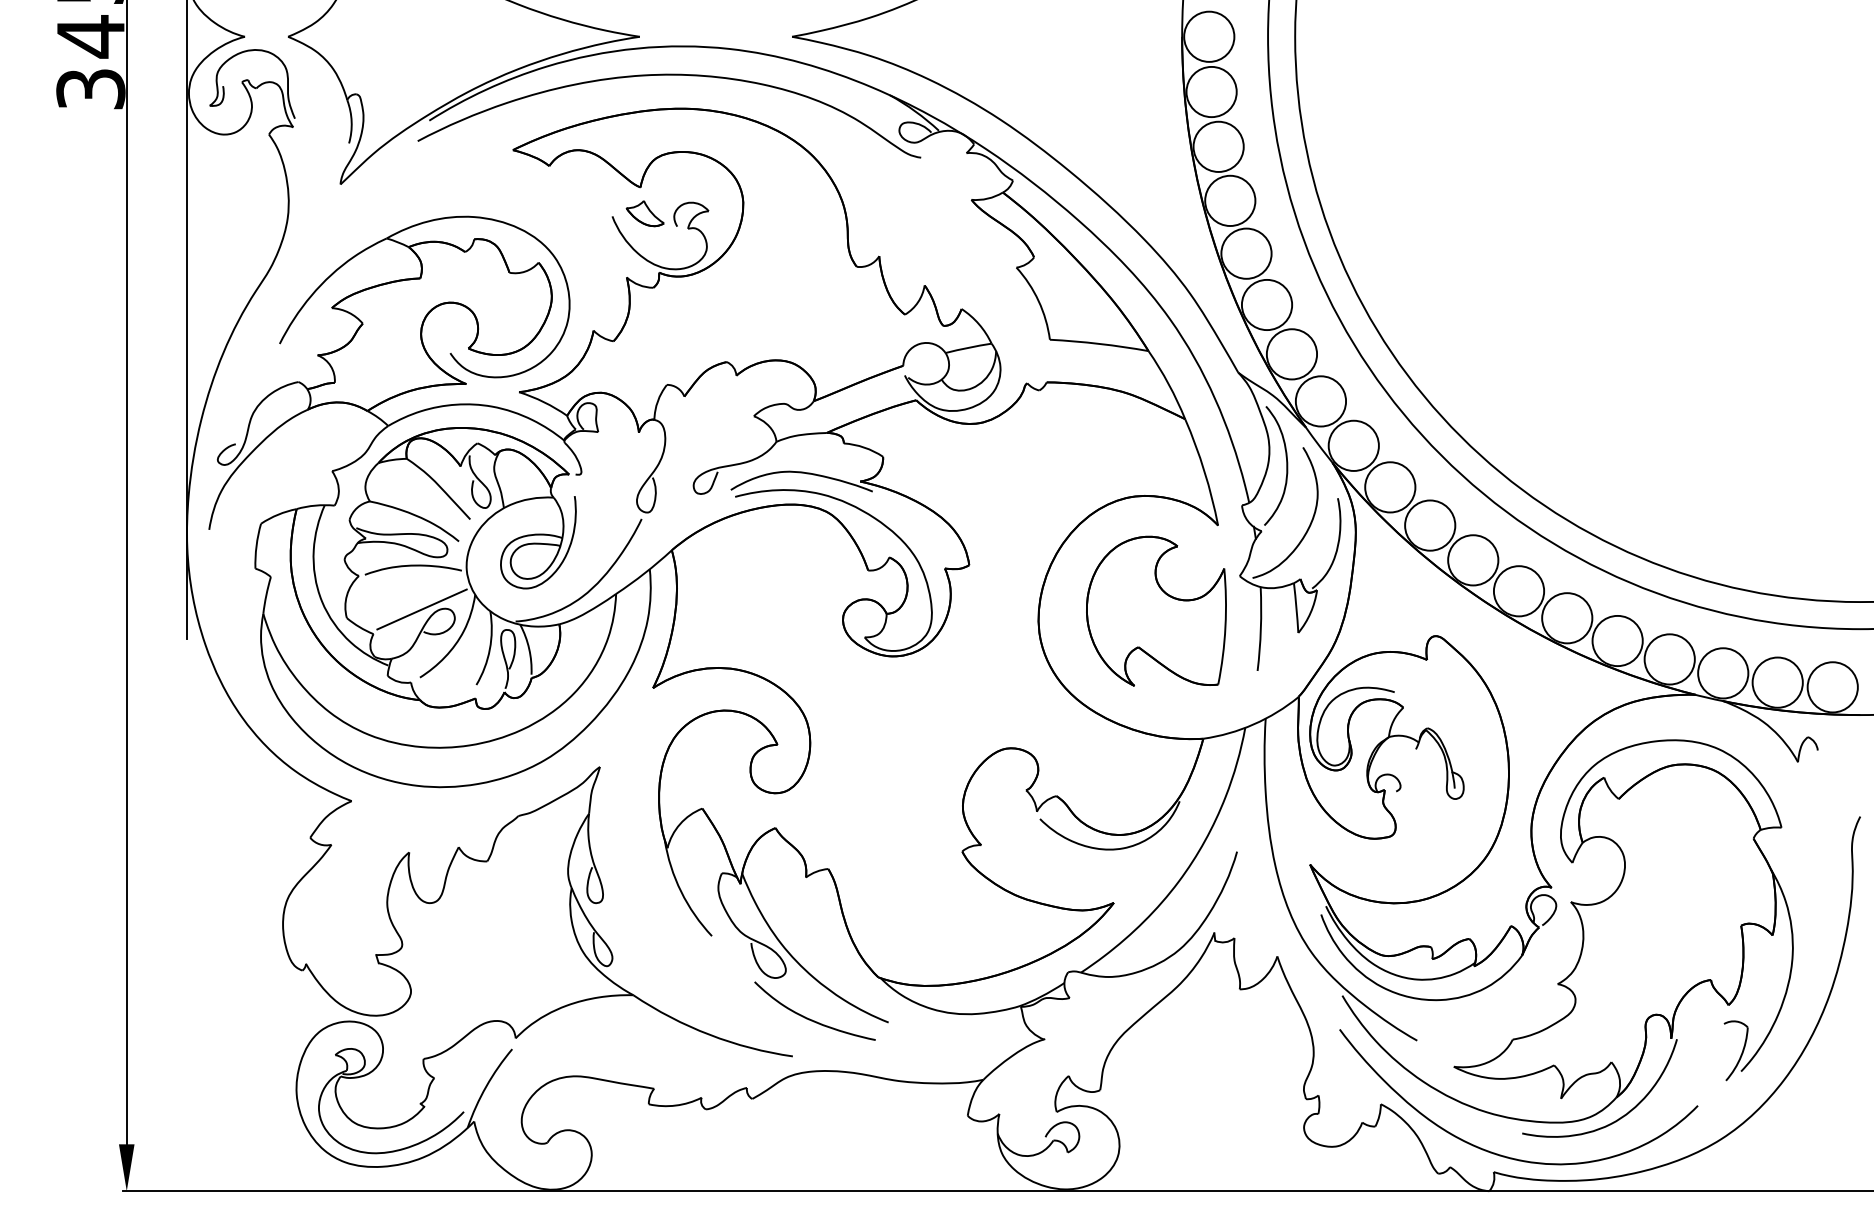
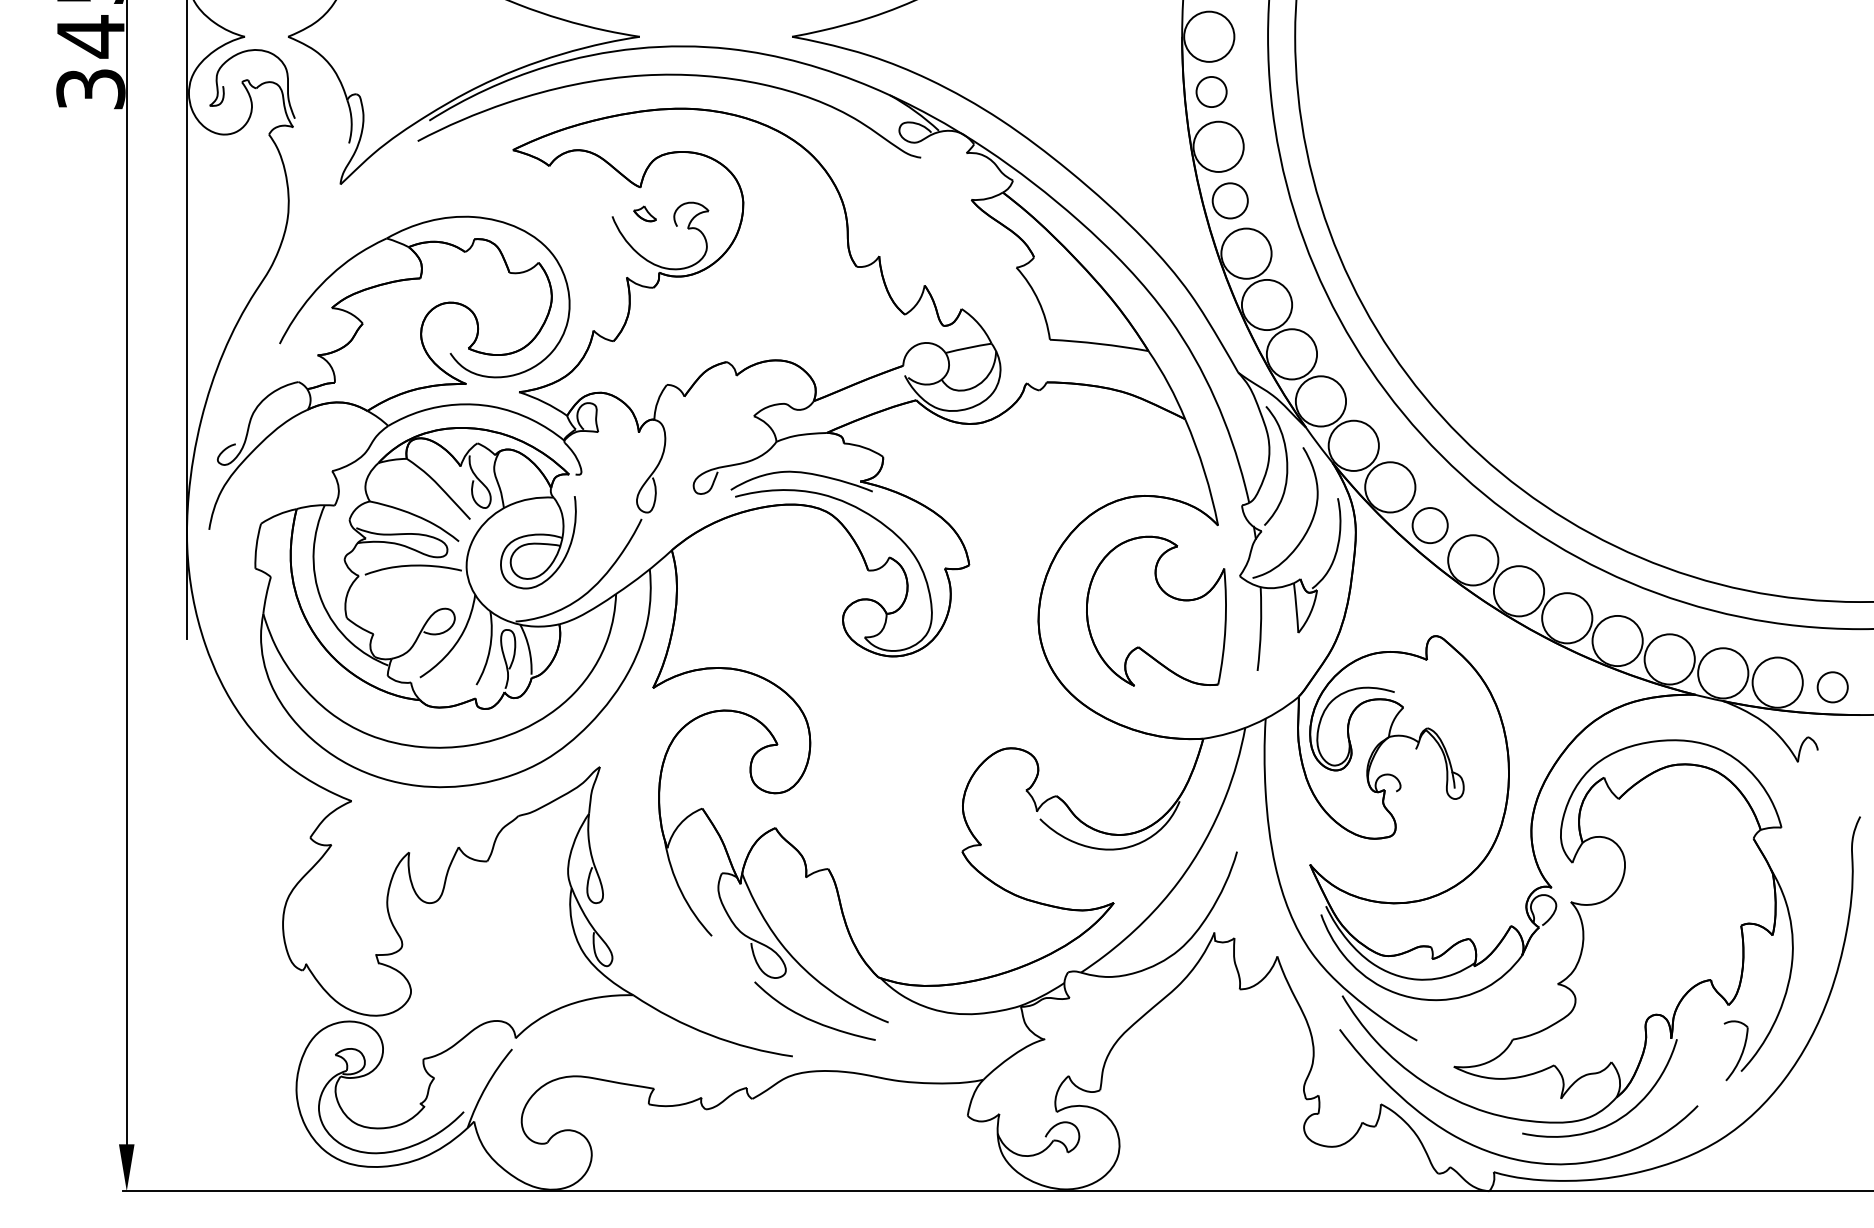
circle at (1211, 91) diameter: 50 px -> 30 px
circle at (1230, 200) diameter: 50 px -> 35 px
part at (644, 213) size: 40x28 px -> 24x18 px
circle at (1430, 525) diameter: 50 px -> 35 px
line at (421, 609): present -> none
circle at (1832, 687) diameter: 50 px -> 30 px
